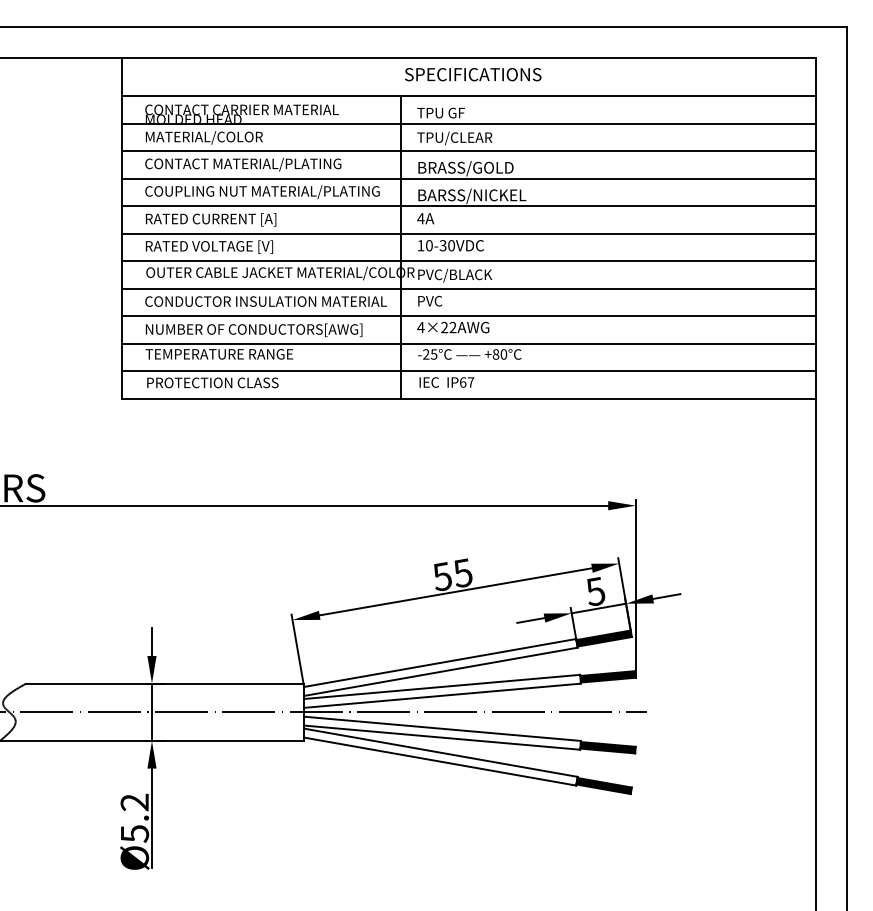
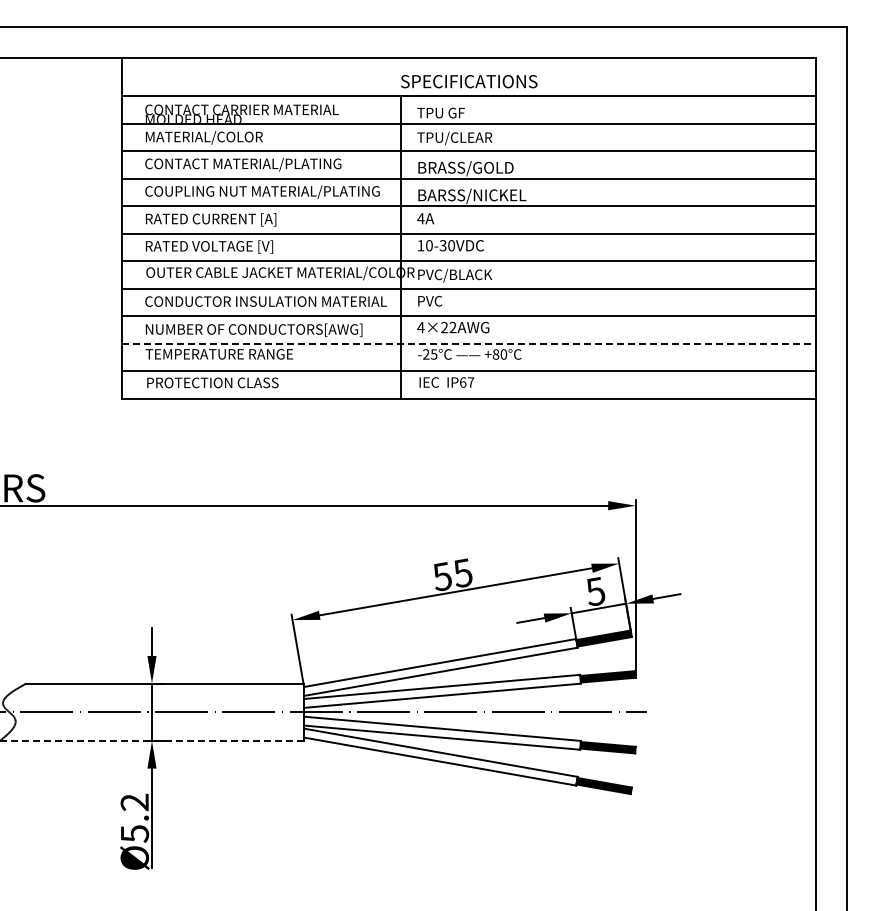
text at (473, 74) position: (473, 74) -> (469, 81)
line at (468, 343): solid -> dashed
line at (152, 740): solid -> dashed
